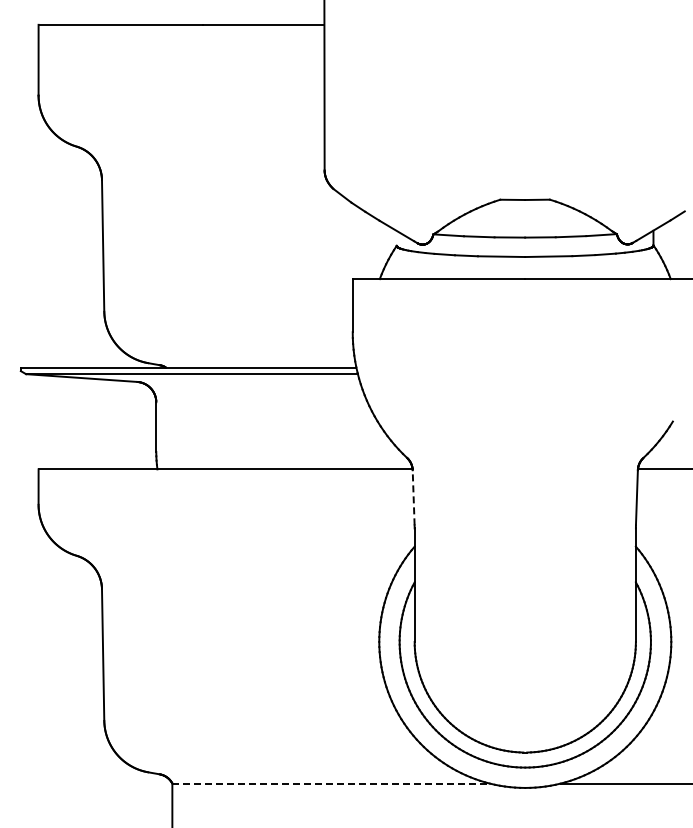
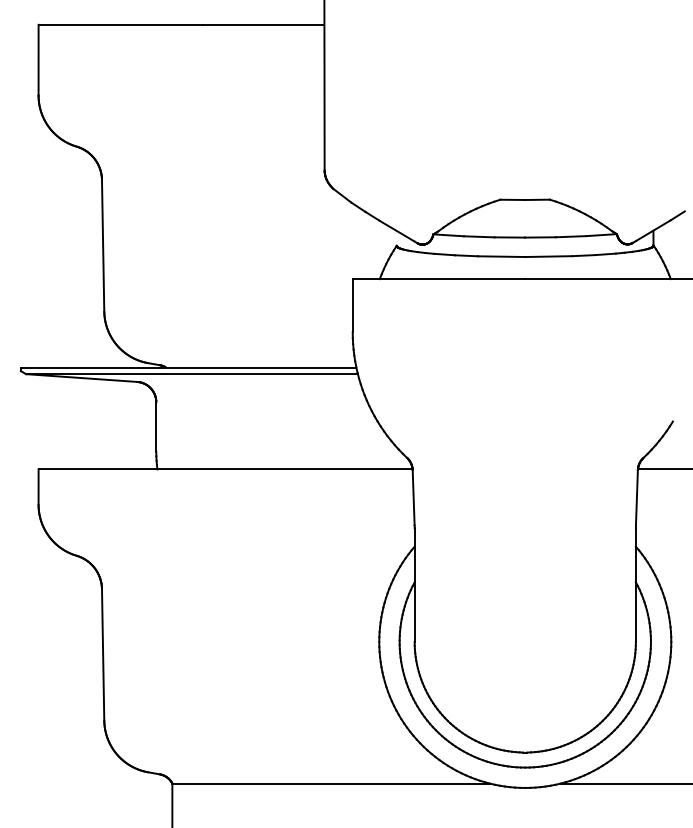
line at (413, 497): dashed -> solid
line at (331, 783): dashed -> solid
